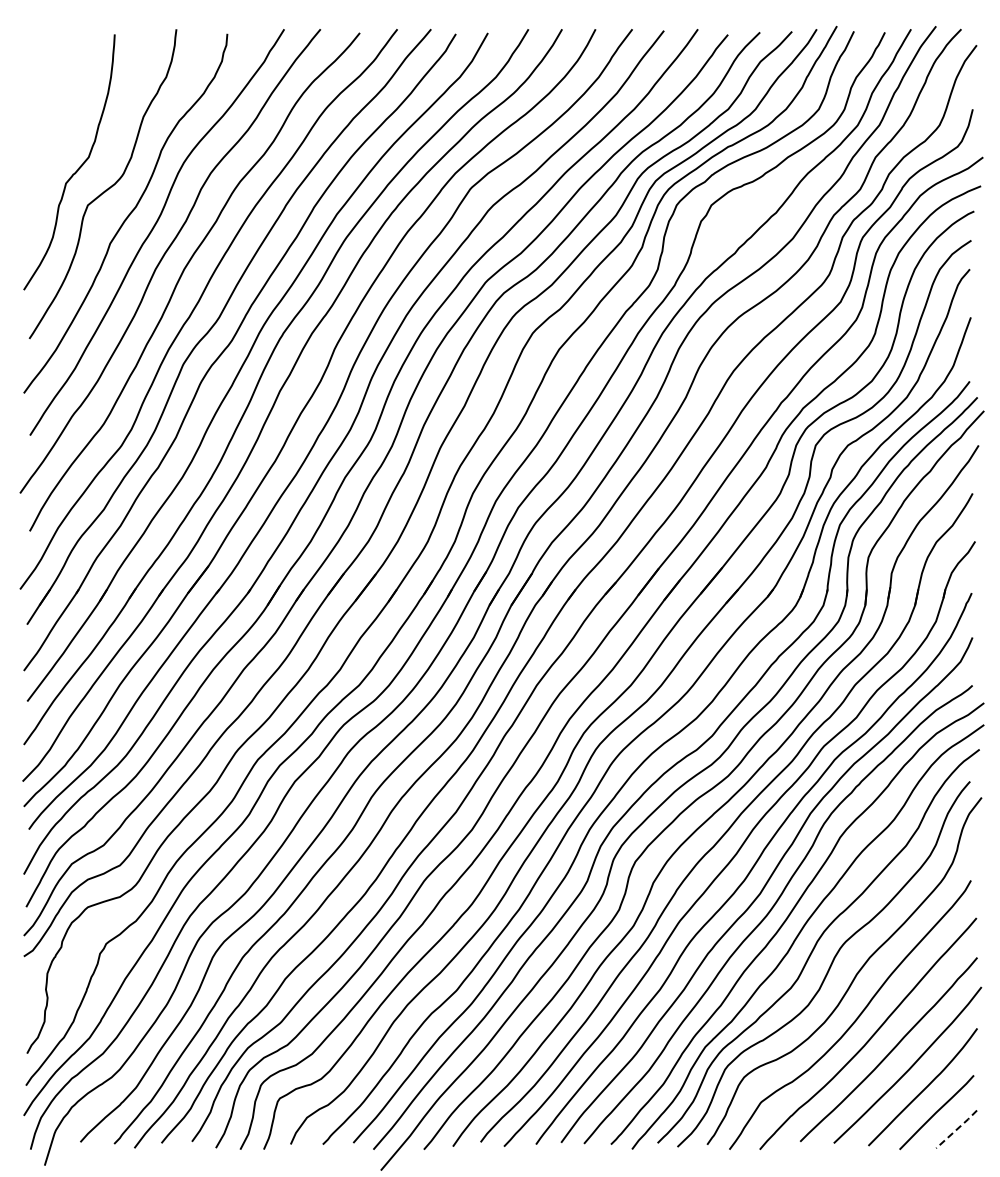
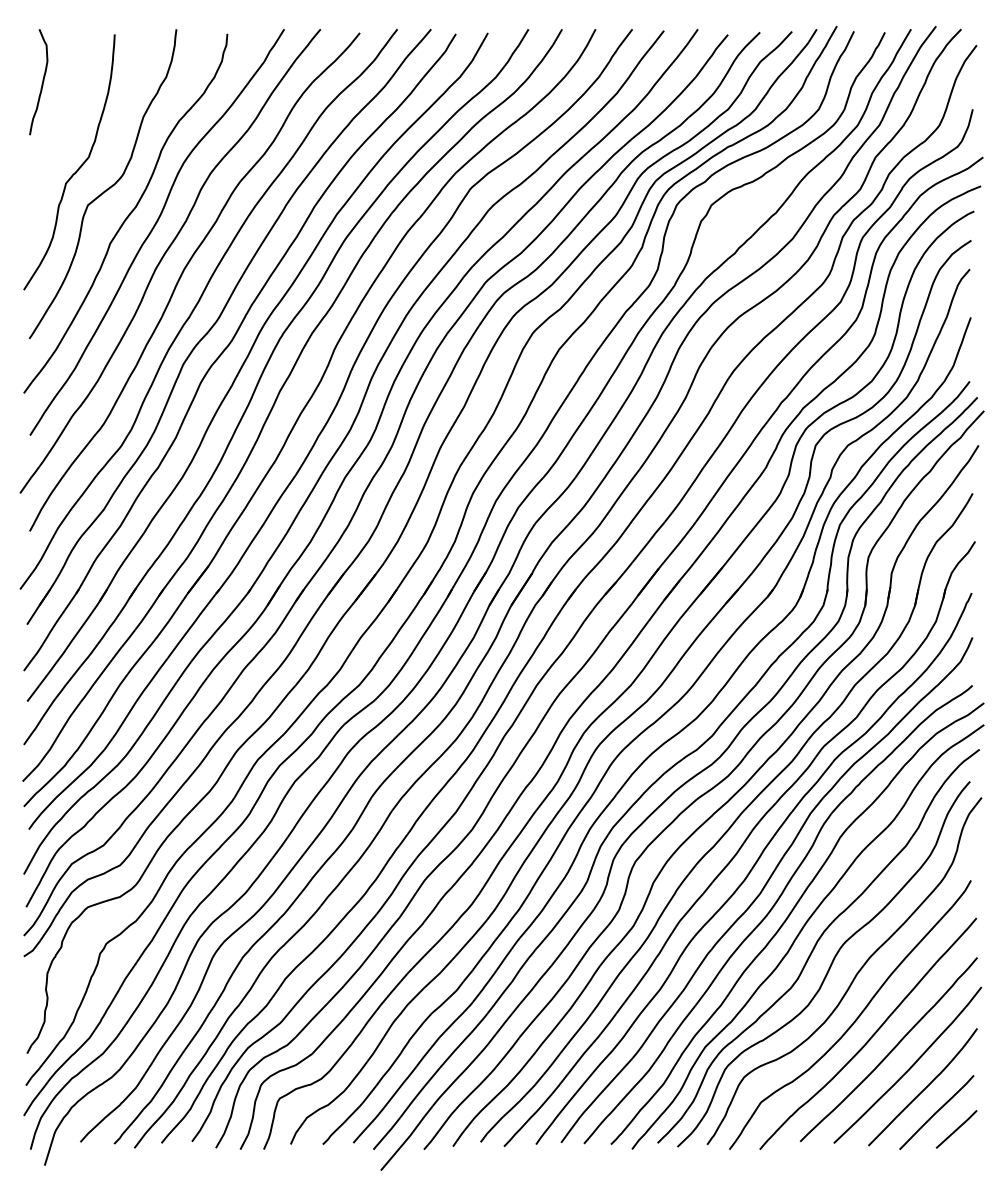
curve at (41, 83): none -> present
line at (957, 1129): dashed -> solid
